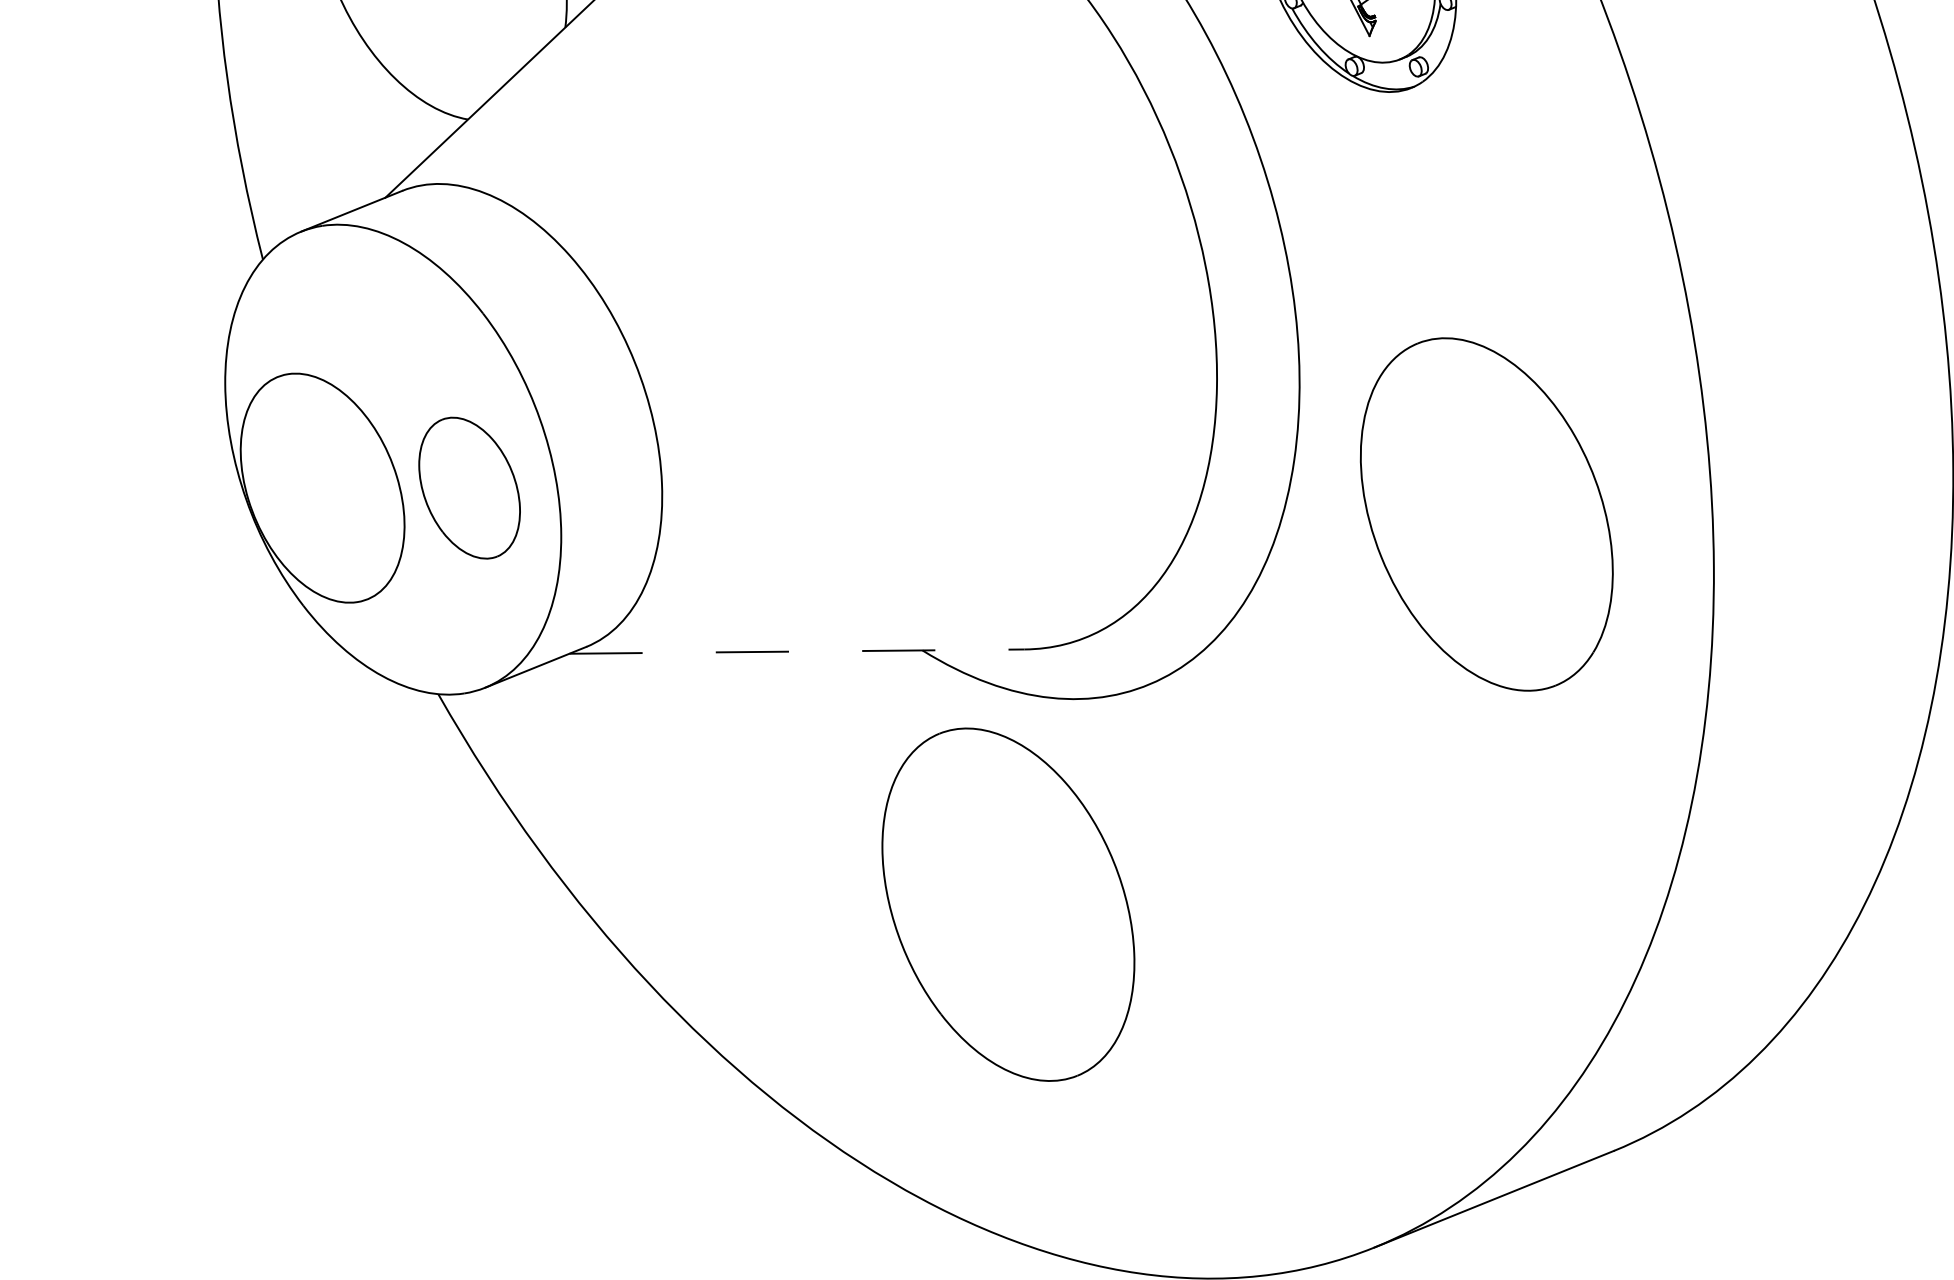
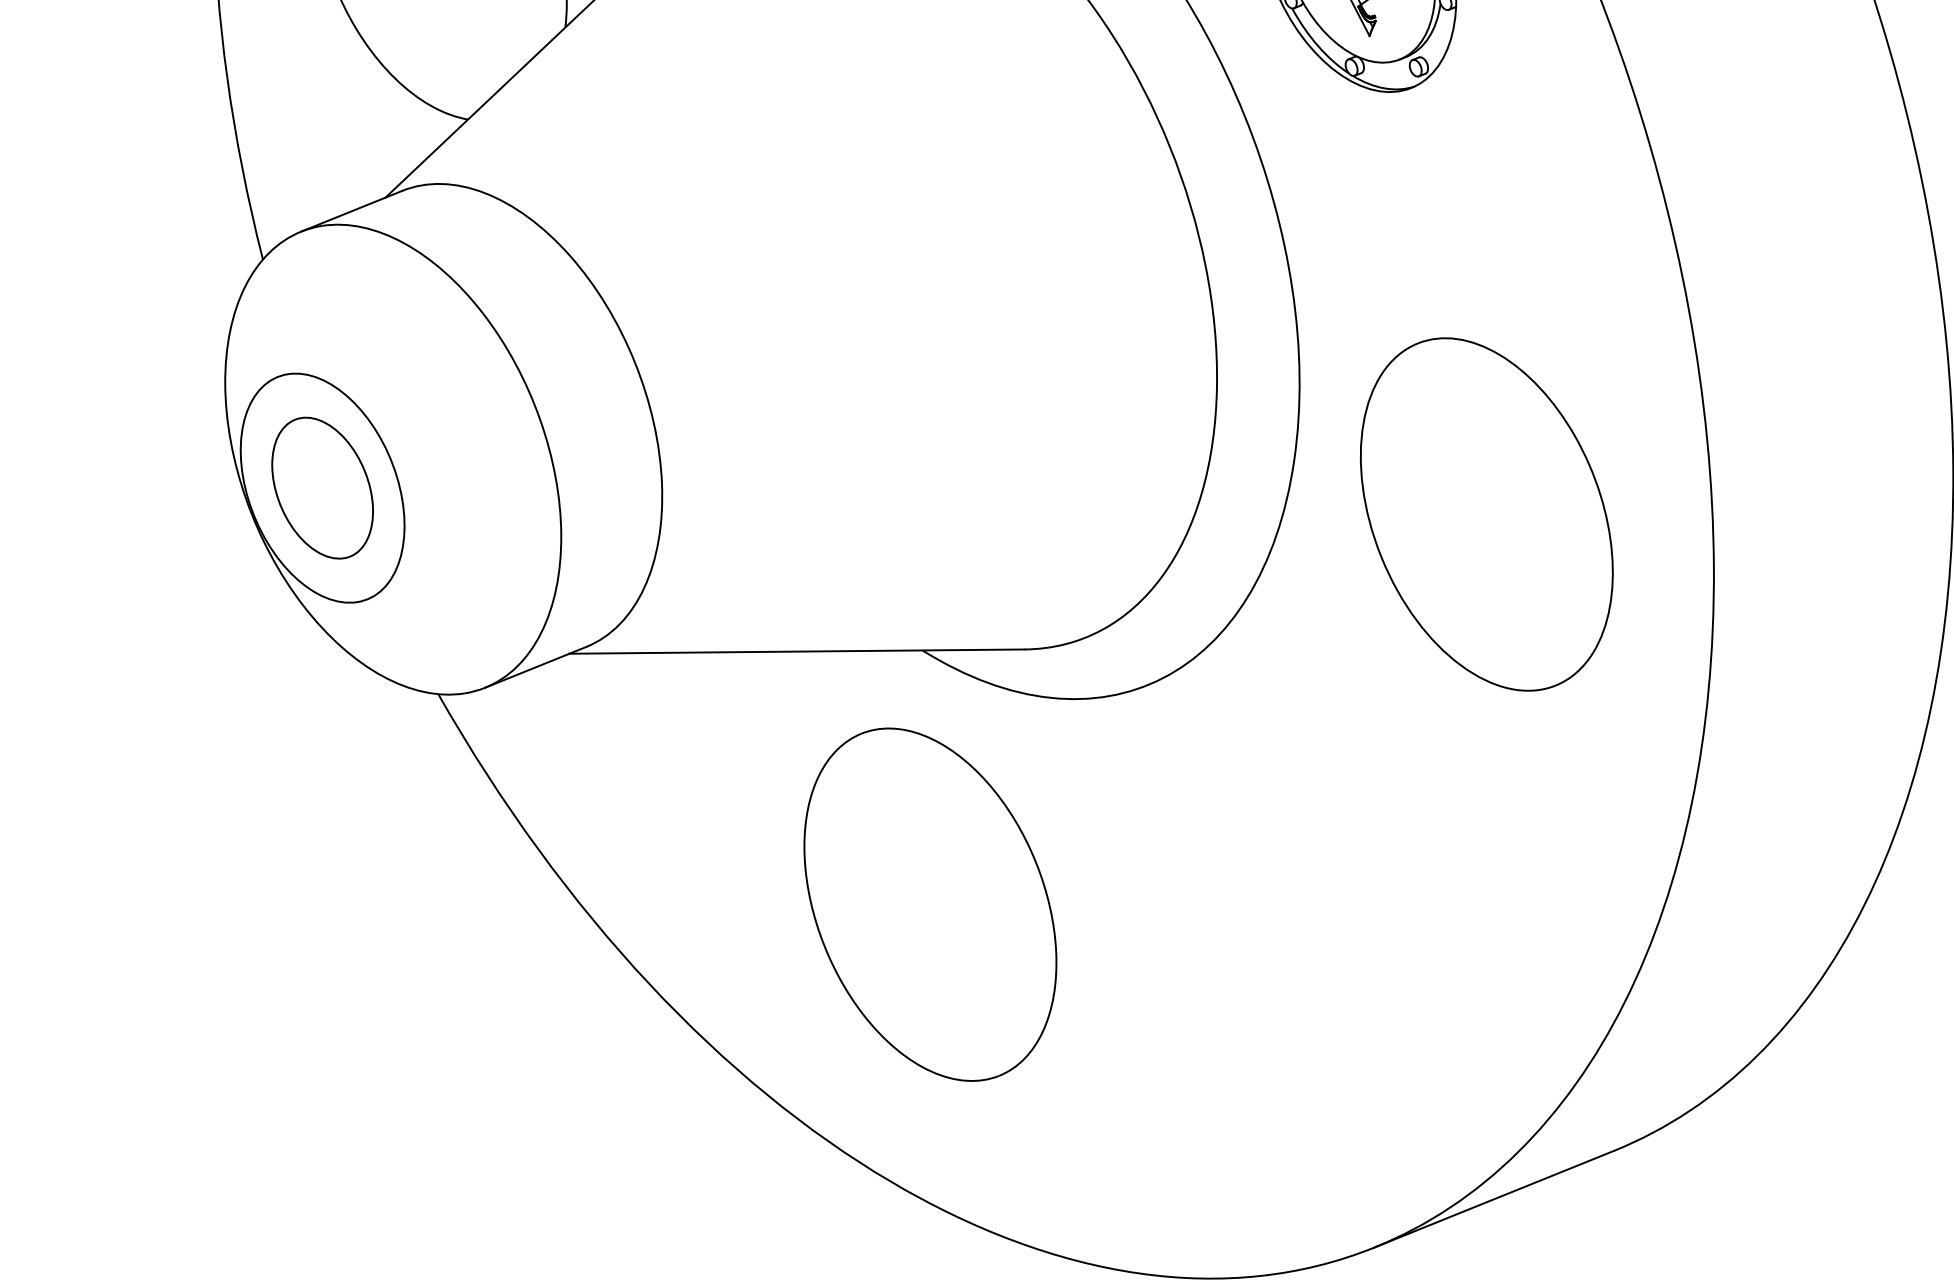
part at (469, 487) position: (469, 487) -> (322, 487)
line at (796, 651): dashed -> solid
part at (1008, 904) position: (1008, 904) -> (930, 904)
